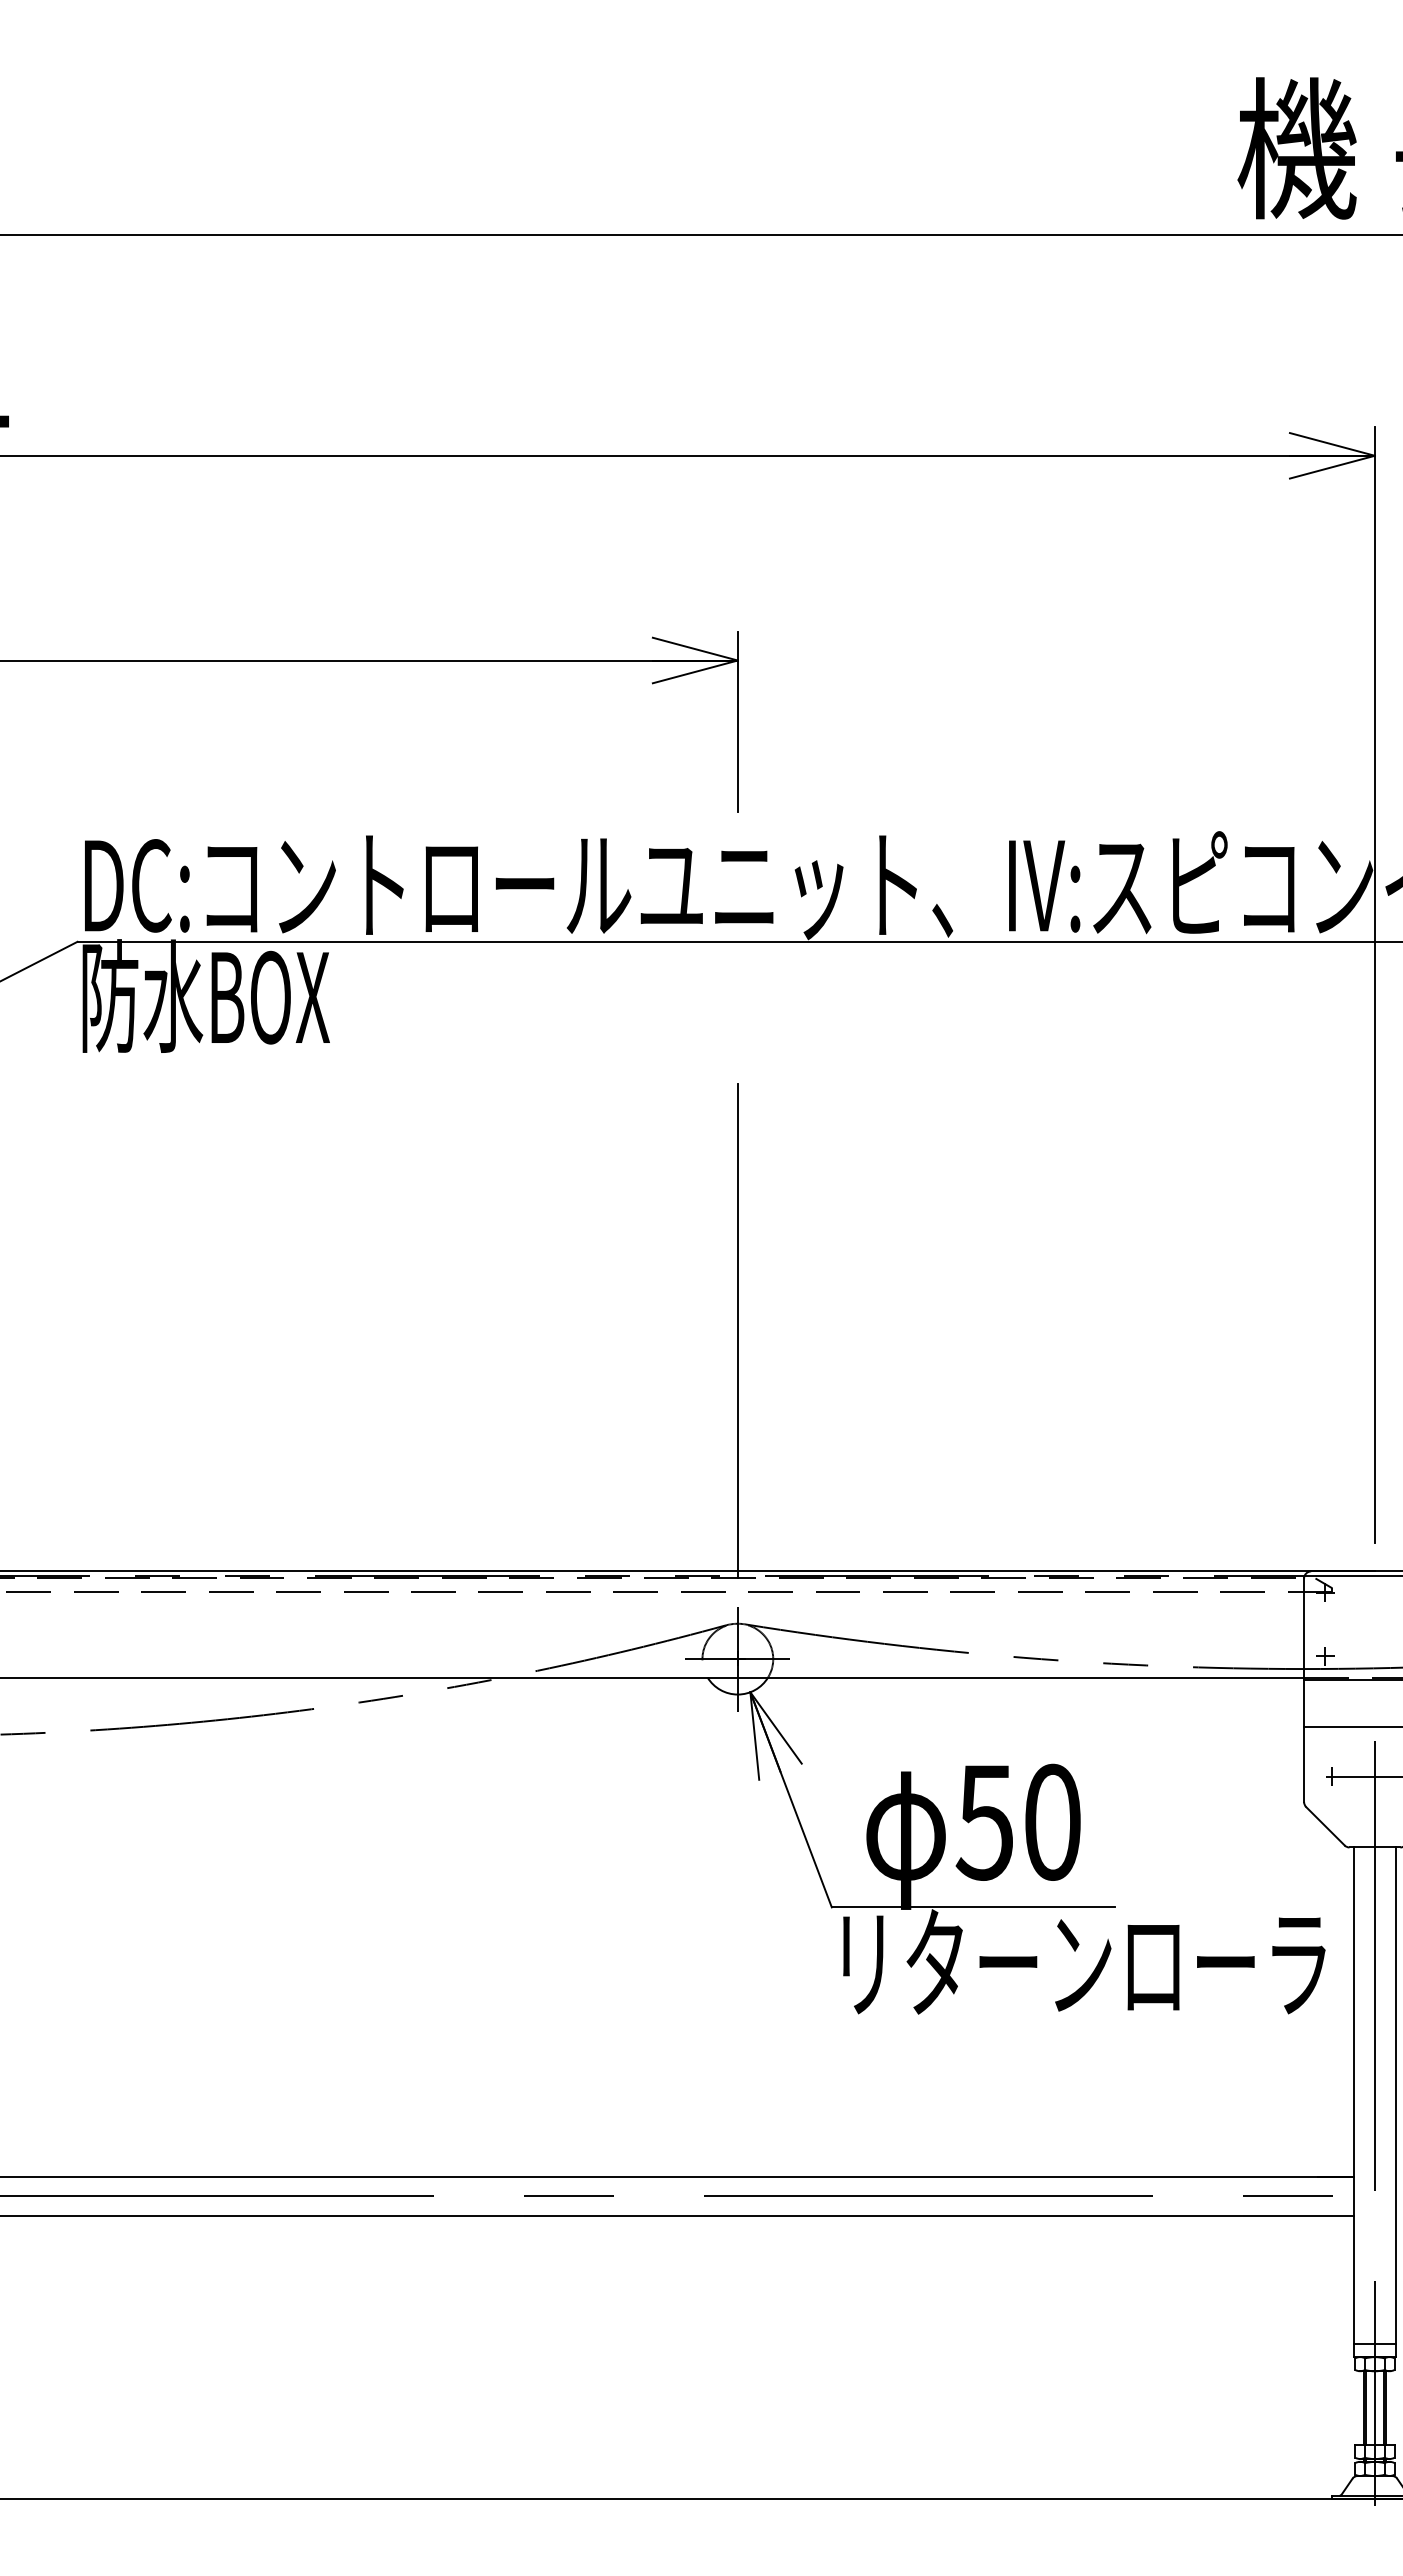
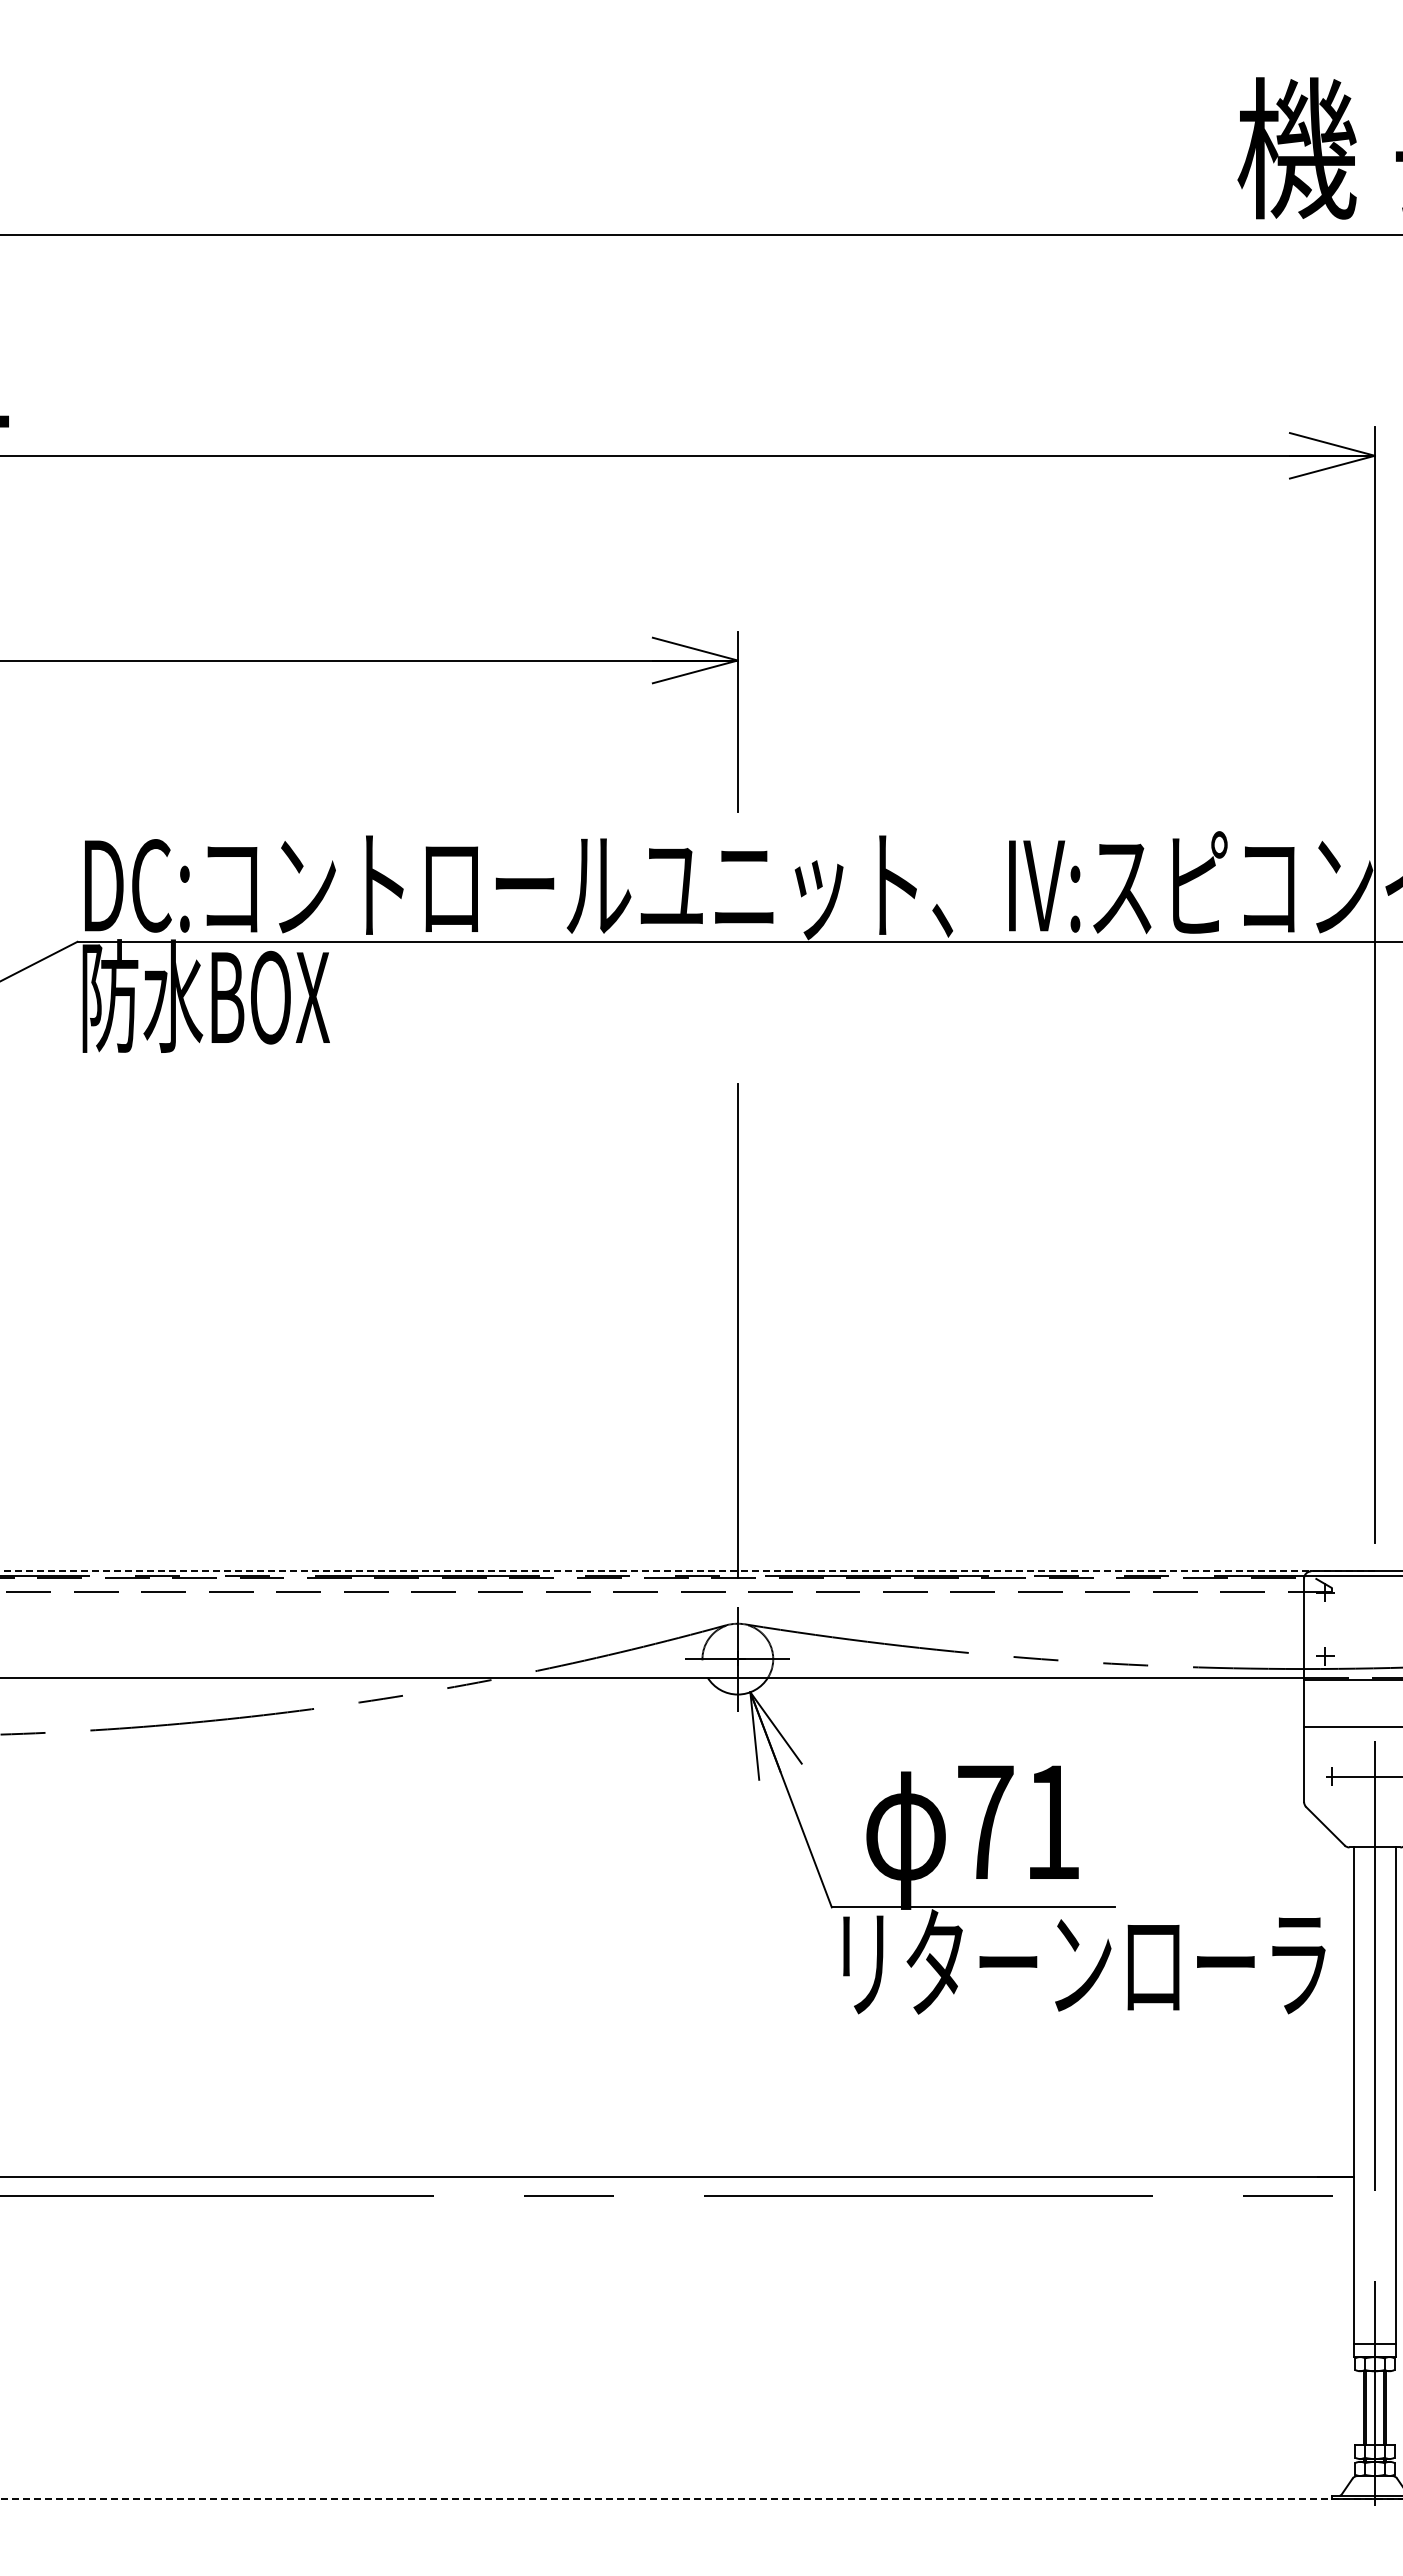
line at (687, 1571): solid -> dashed
text at (1017, 1821): 50 -> 71
line at (677, 2215): present -> none
line at (701, 2498): solid -> dashed
